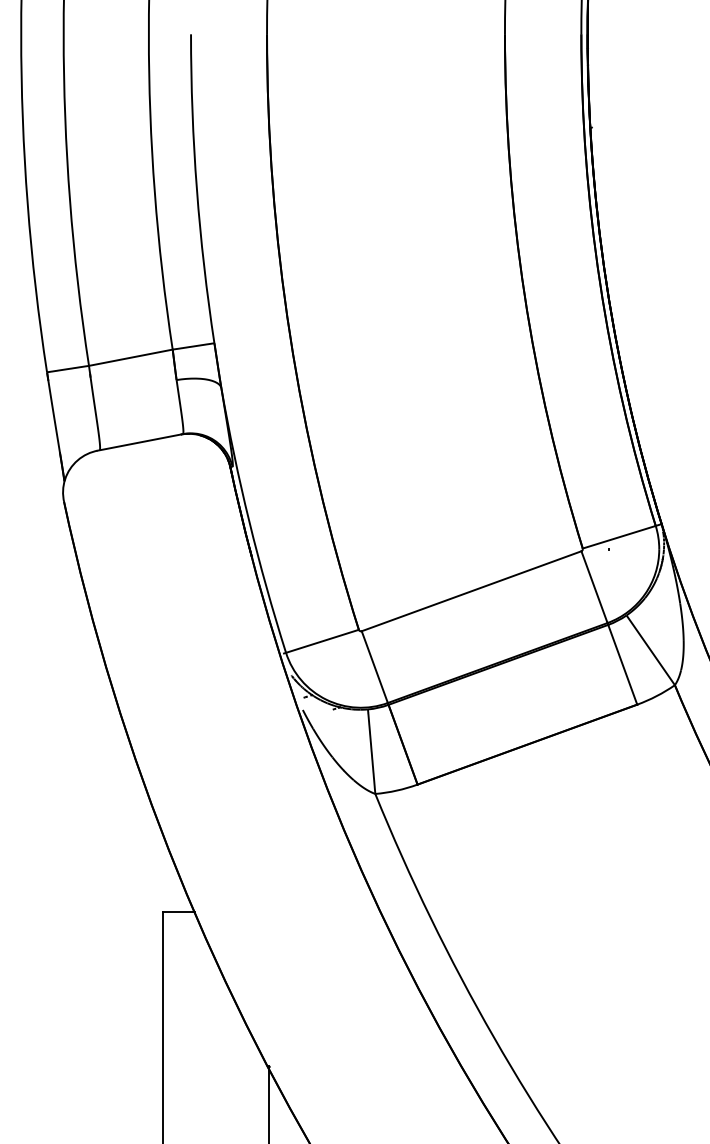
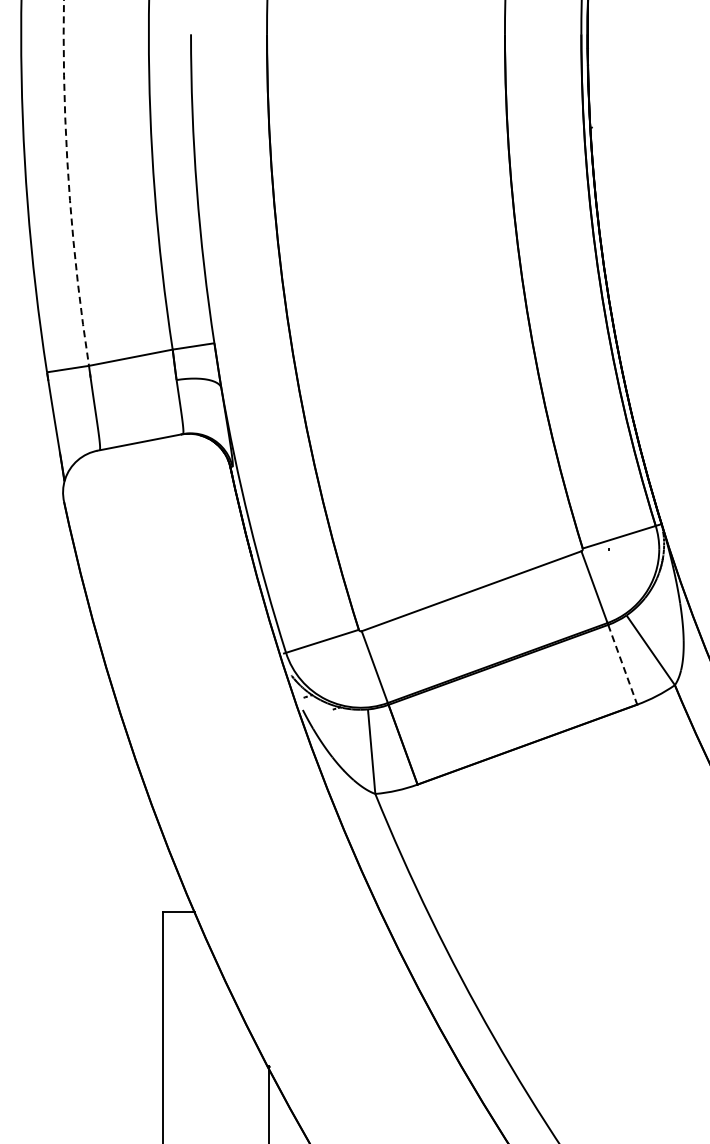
arc at (68, 183): solid -> dashed
line at (622, 665): solid -> dashed
